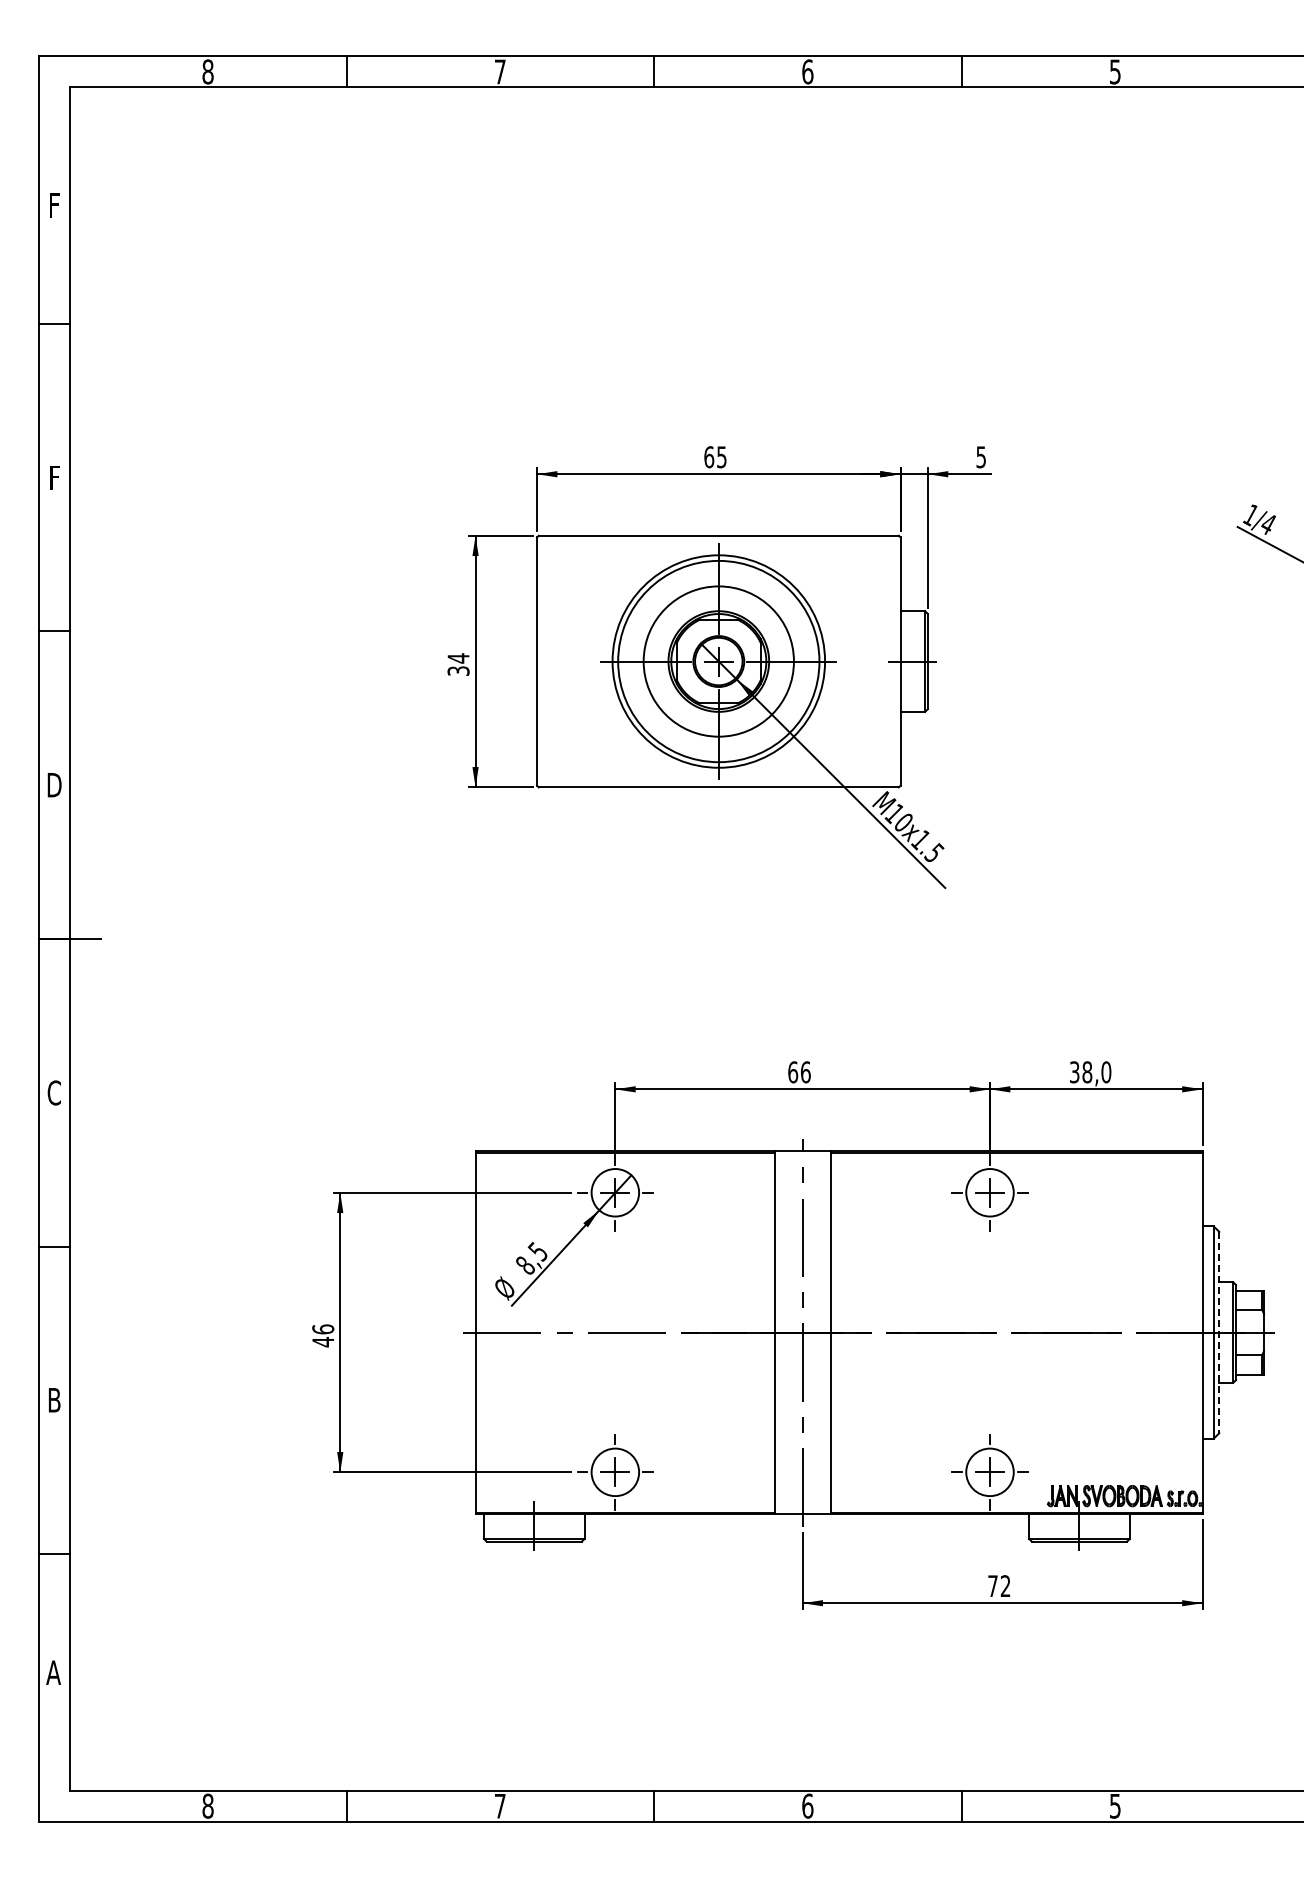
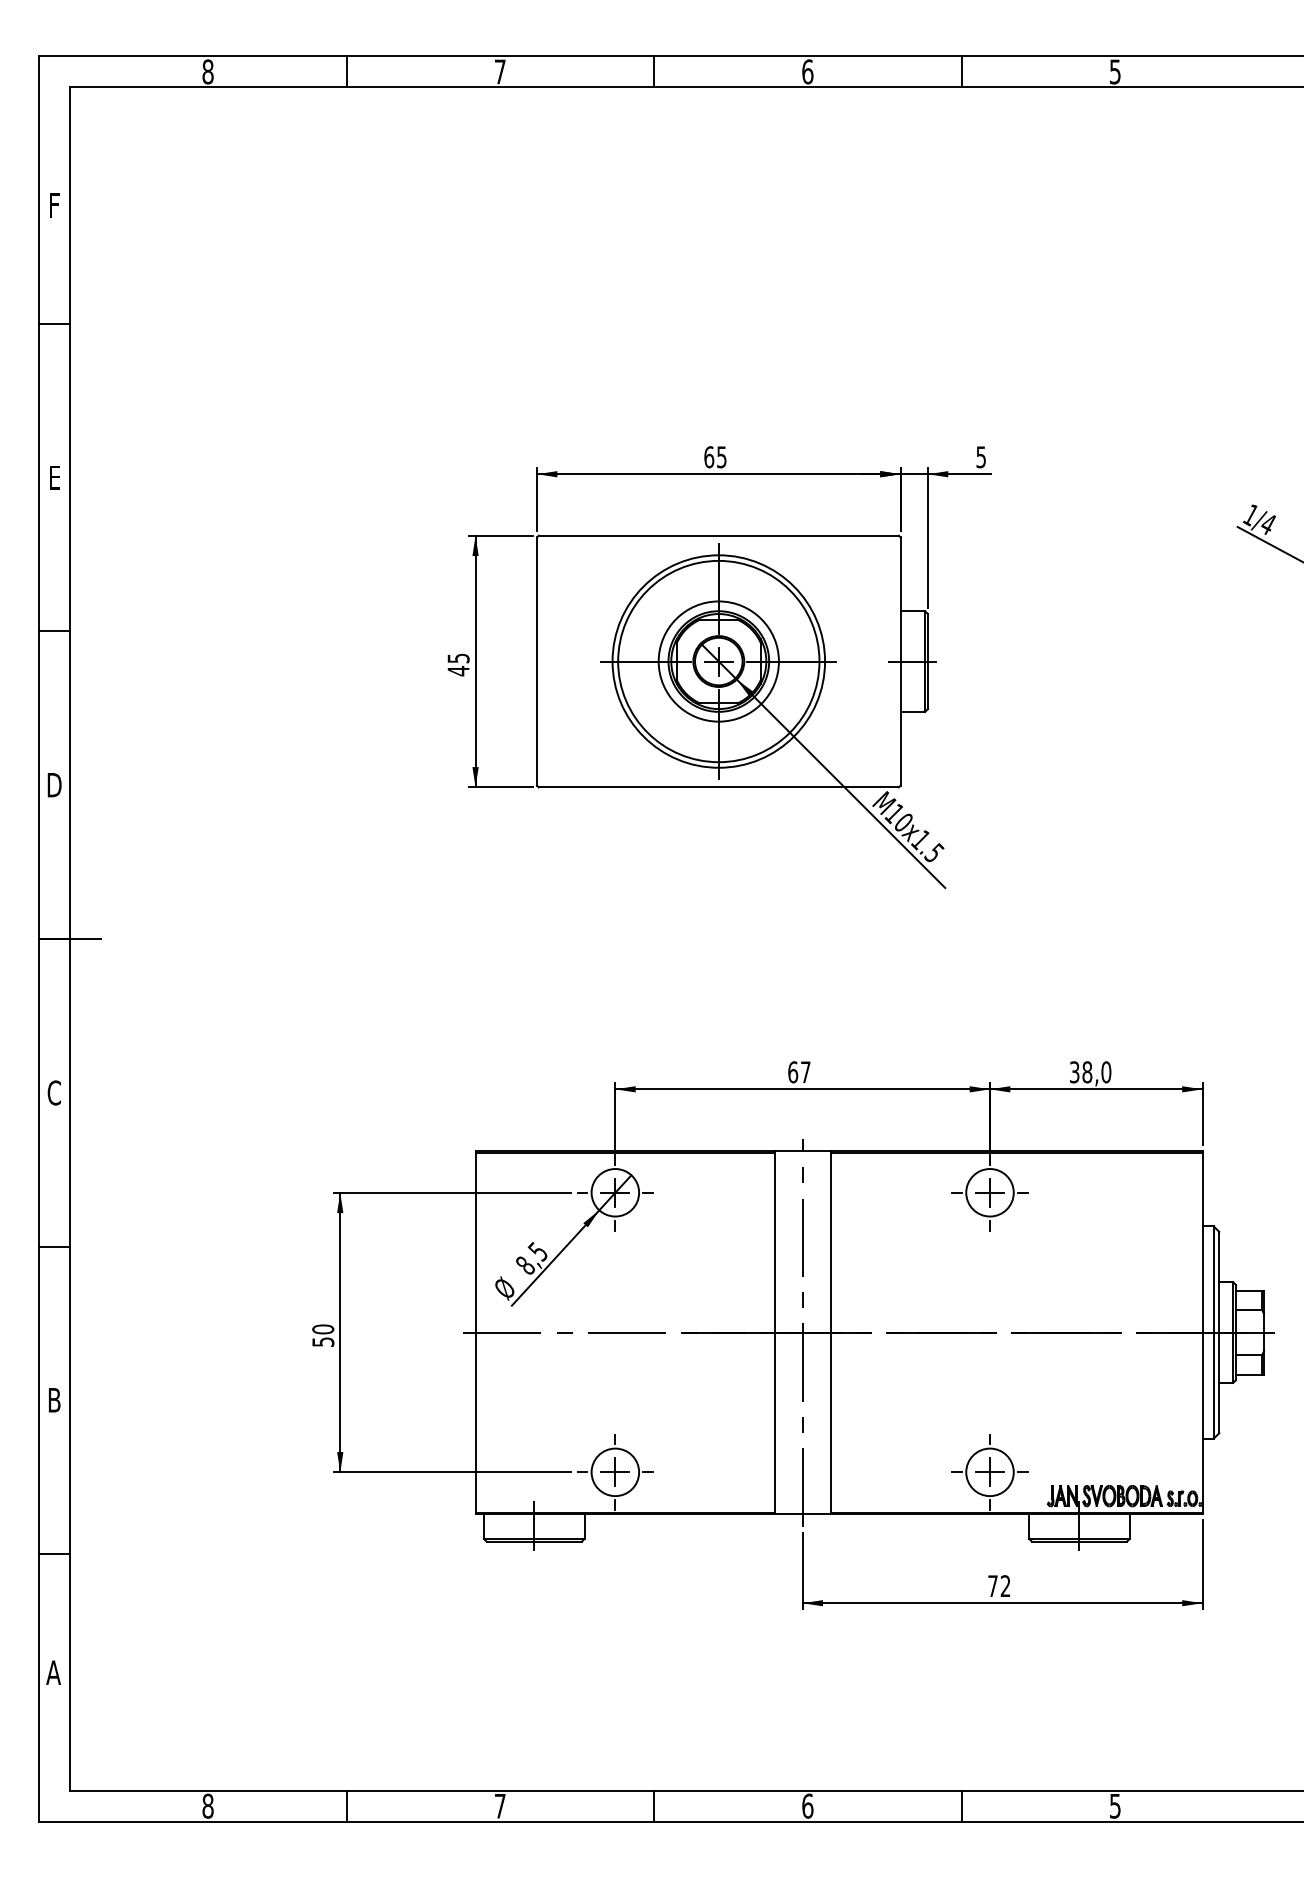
text at (55, 478): F -> E
circle at (718, 661) diameter: 150 px -> 120 px
text at (458, 664): 34 -> 45
text at (805, 1072): 66 -> 67
line at (1219, 1332): dashed -> solid
text at (323, 1335): 46 -> 50
